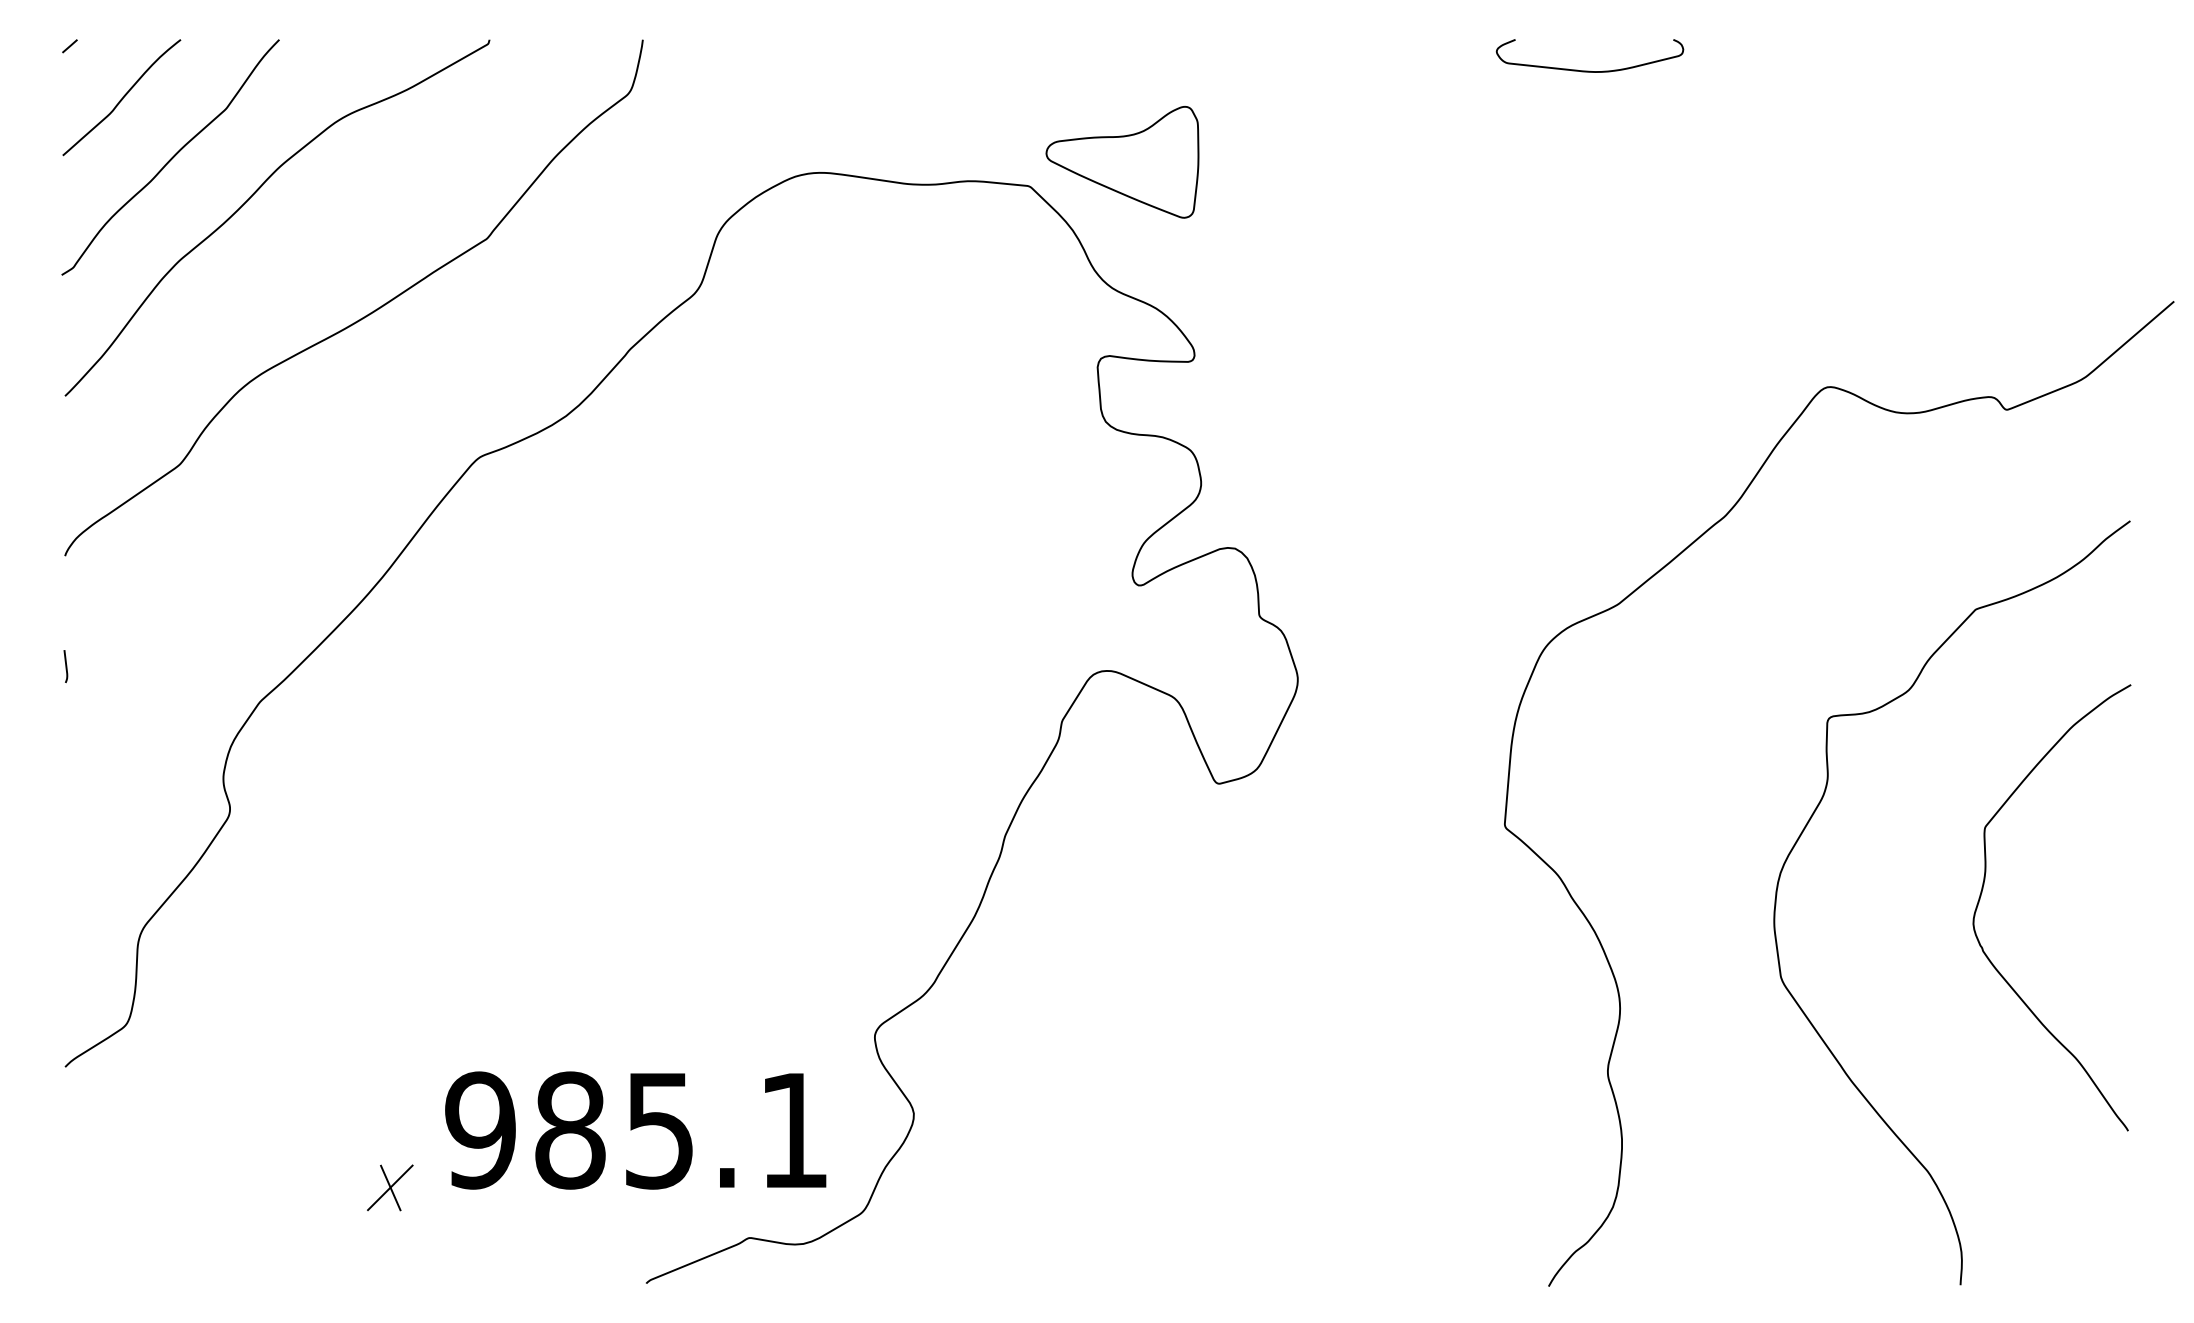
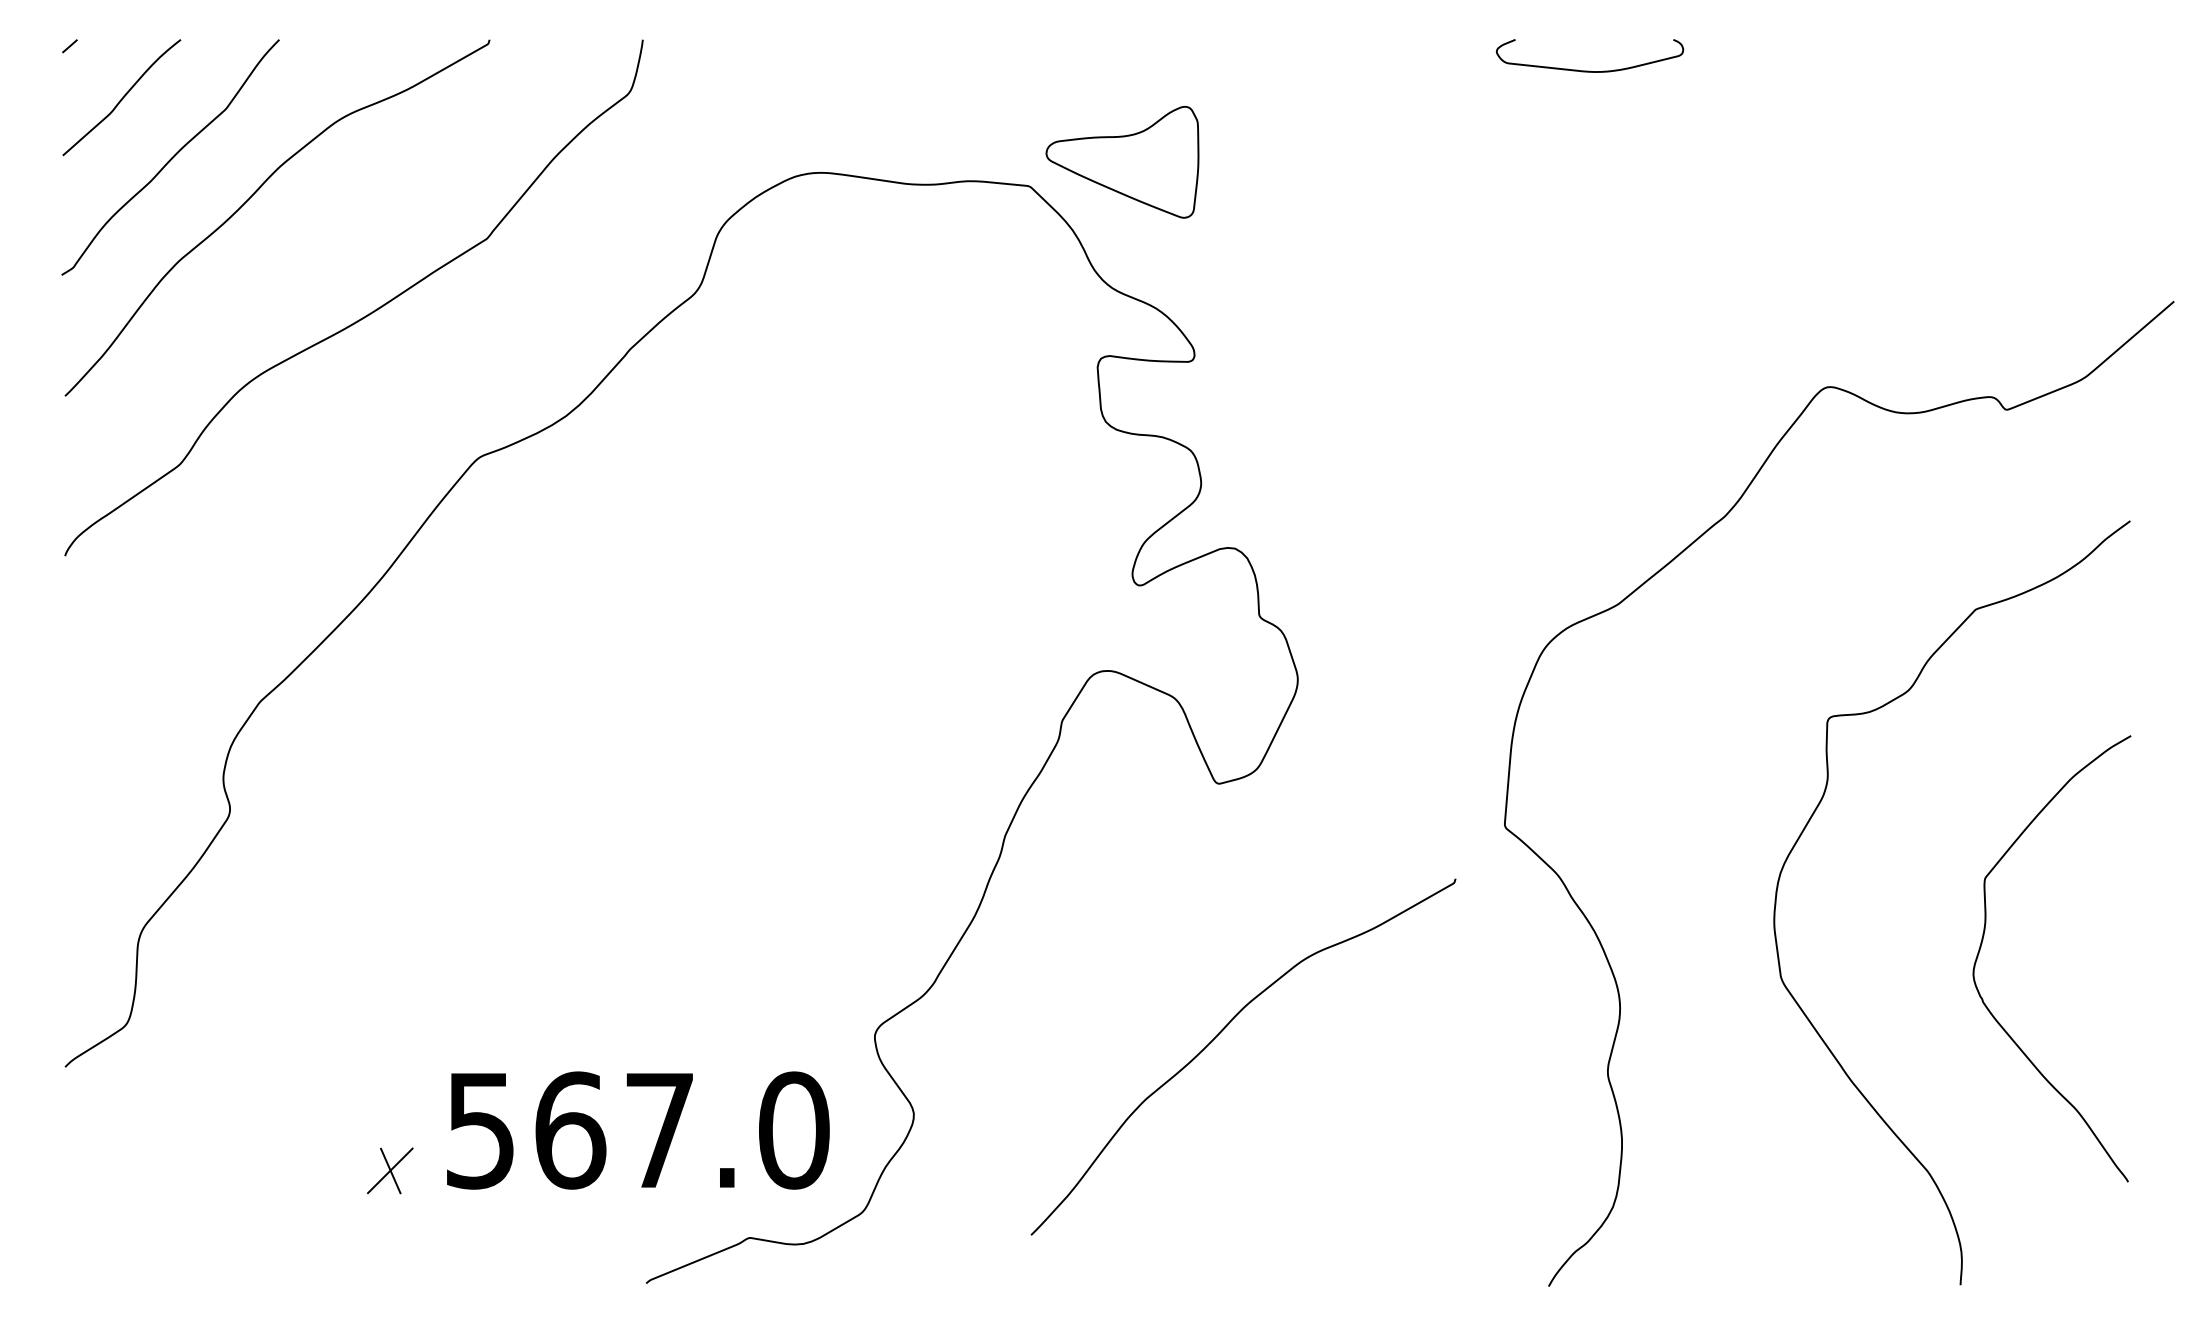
curve at (65, 666): present -> none
curve at (1983, 889) position: (1983, 889) -> (1983, 940)
curve at (1220, 1033): none -> present
text at (637, 1130): 985.1 -> 567.0
part at (390, 1187) position: (390, 1187) -> (390, 1170)
